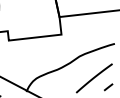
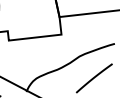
line at (108, 87): present -> none
